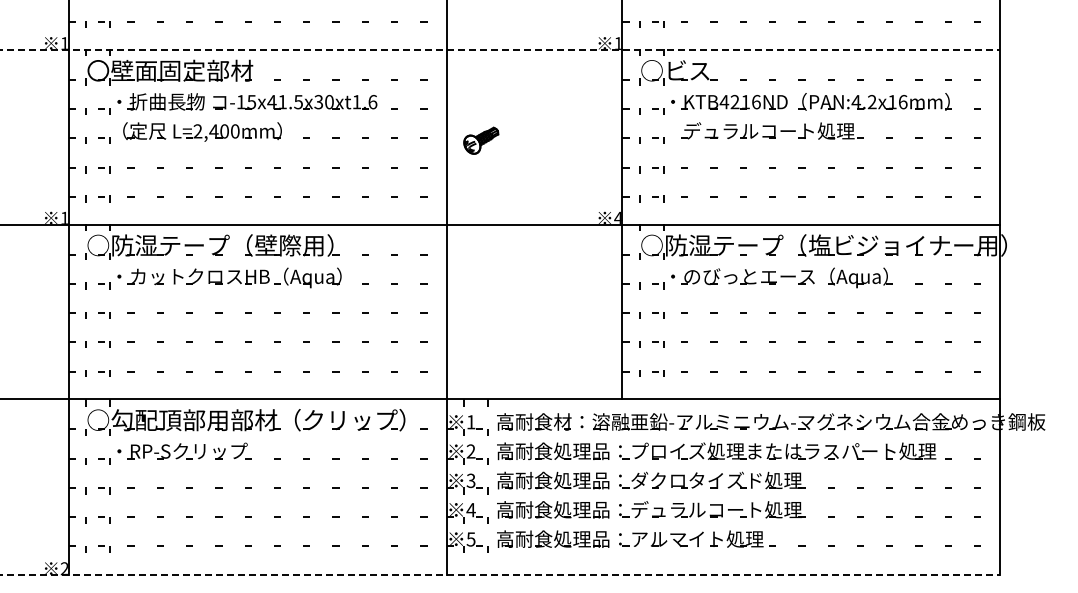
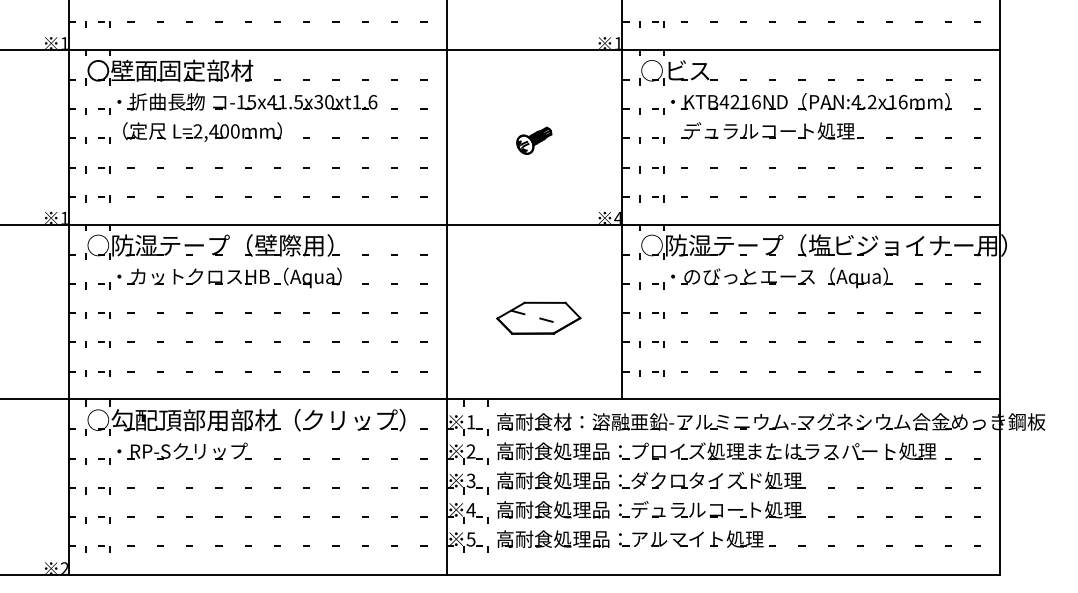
line at (500, 50): dashed -> solid
part at (481, 140) position: (481, 140) -> (534, 140)
part at (538, 317): none -> present
line at (500, 575): dashed -> solid
